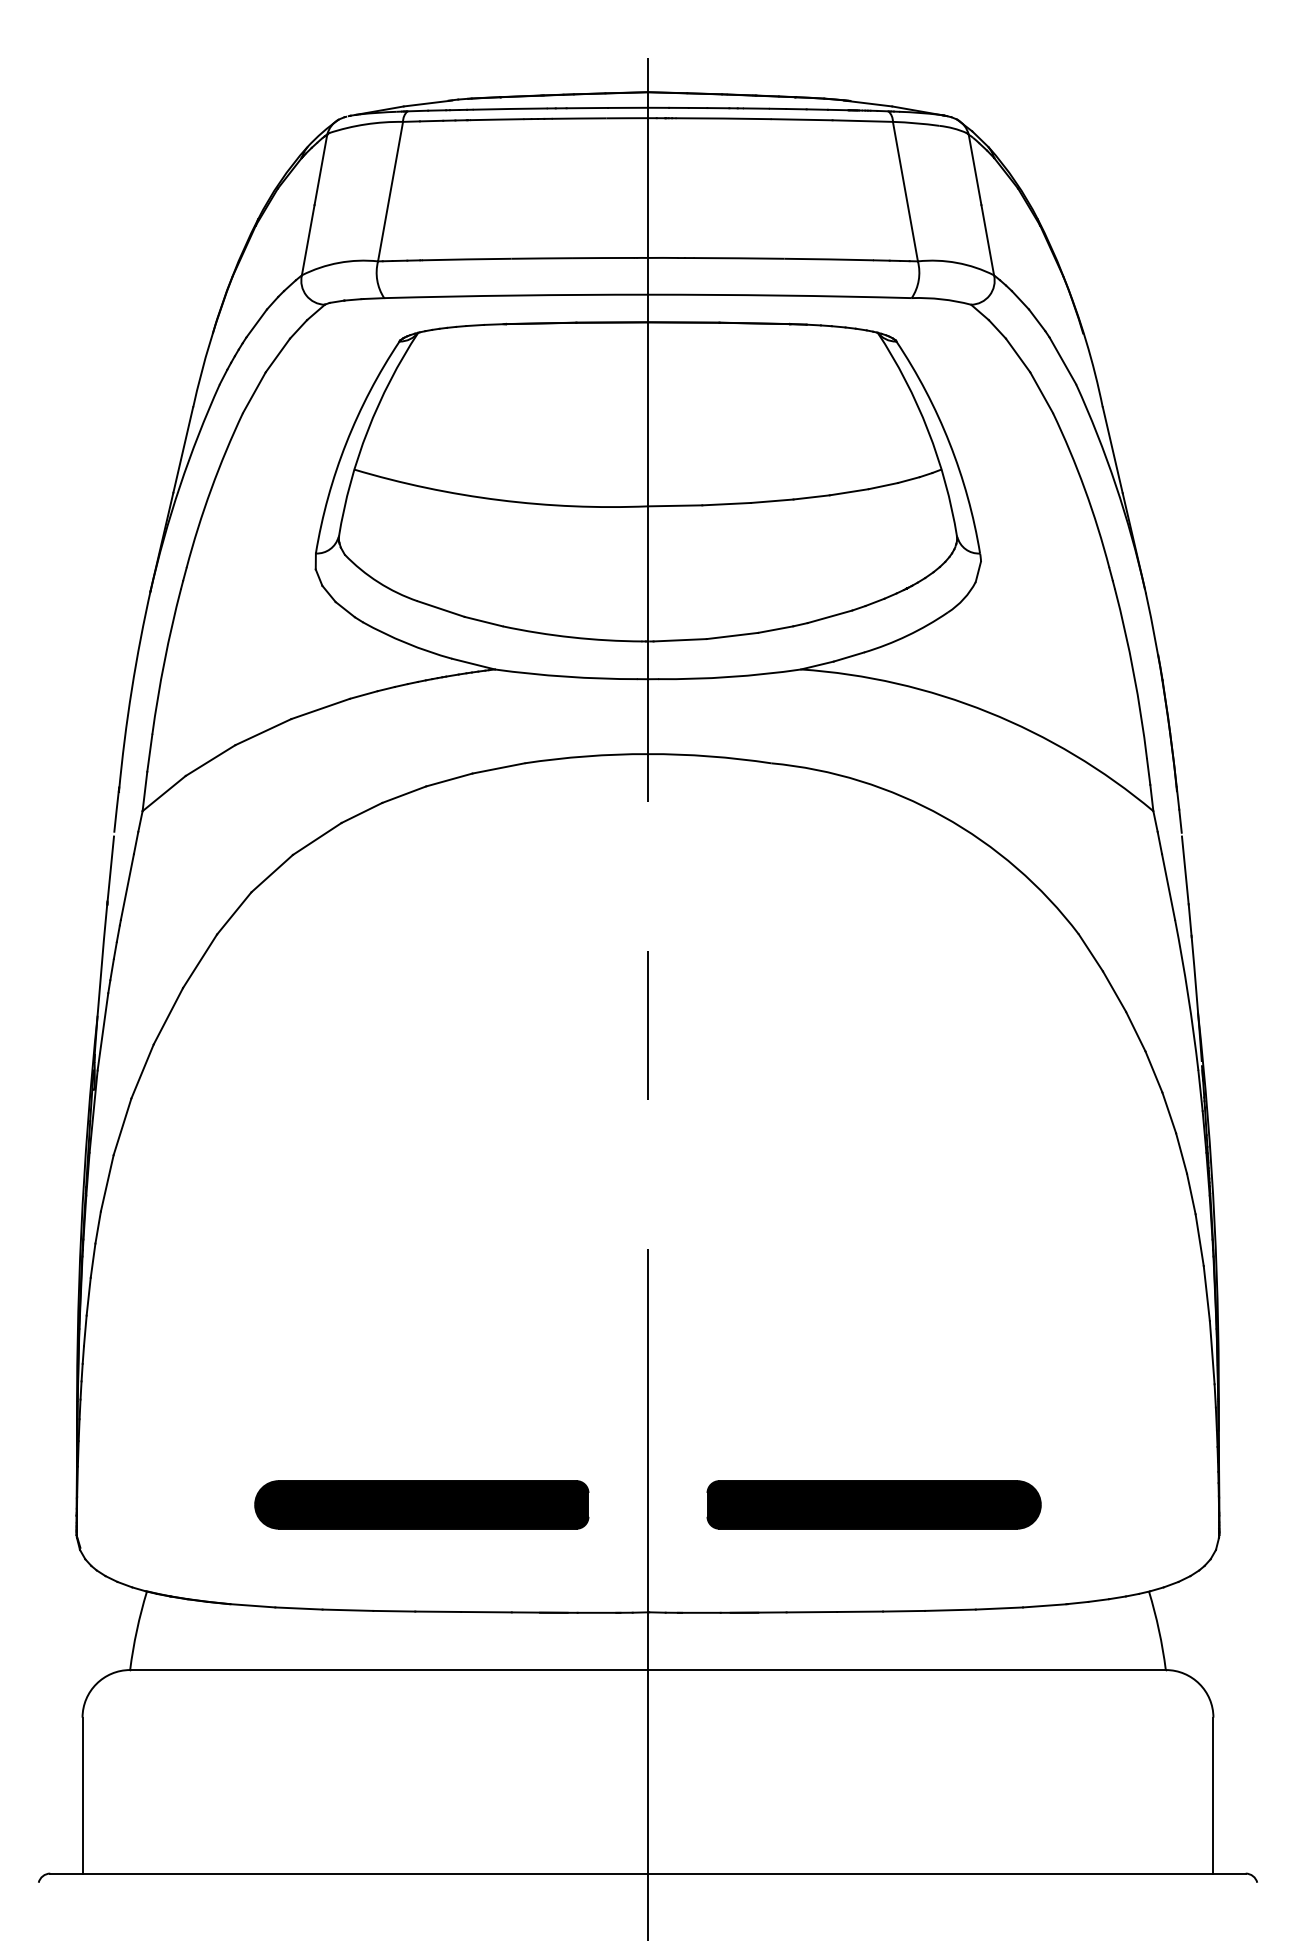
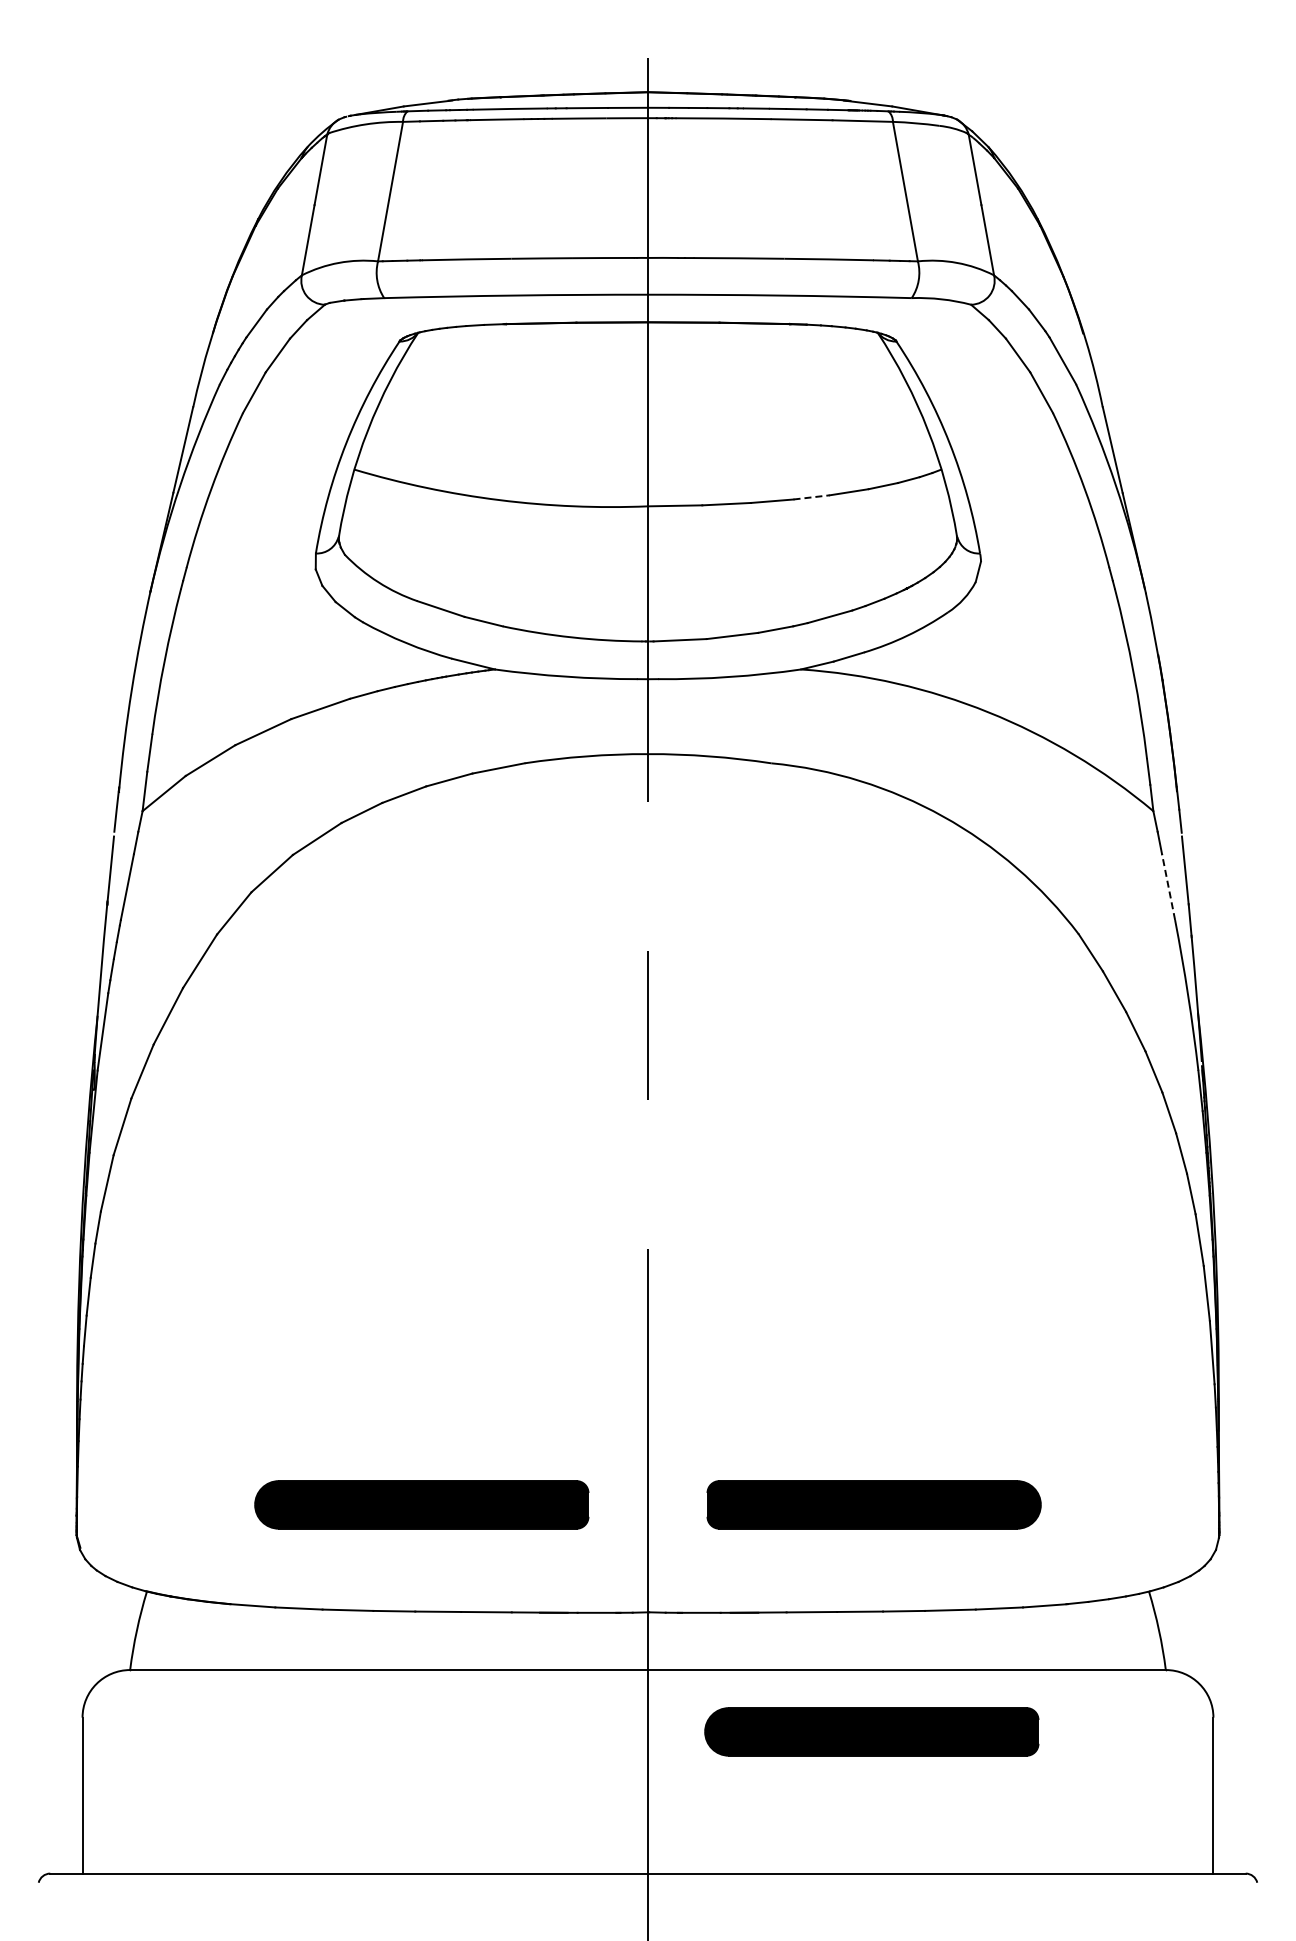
line at (812, 497): solid -> dashed
line at (1168, 887): solid -> dashed
part at (871, 1731): none -> present
